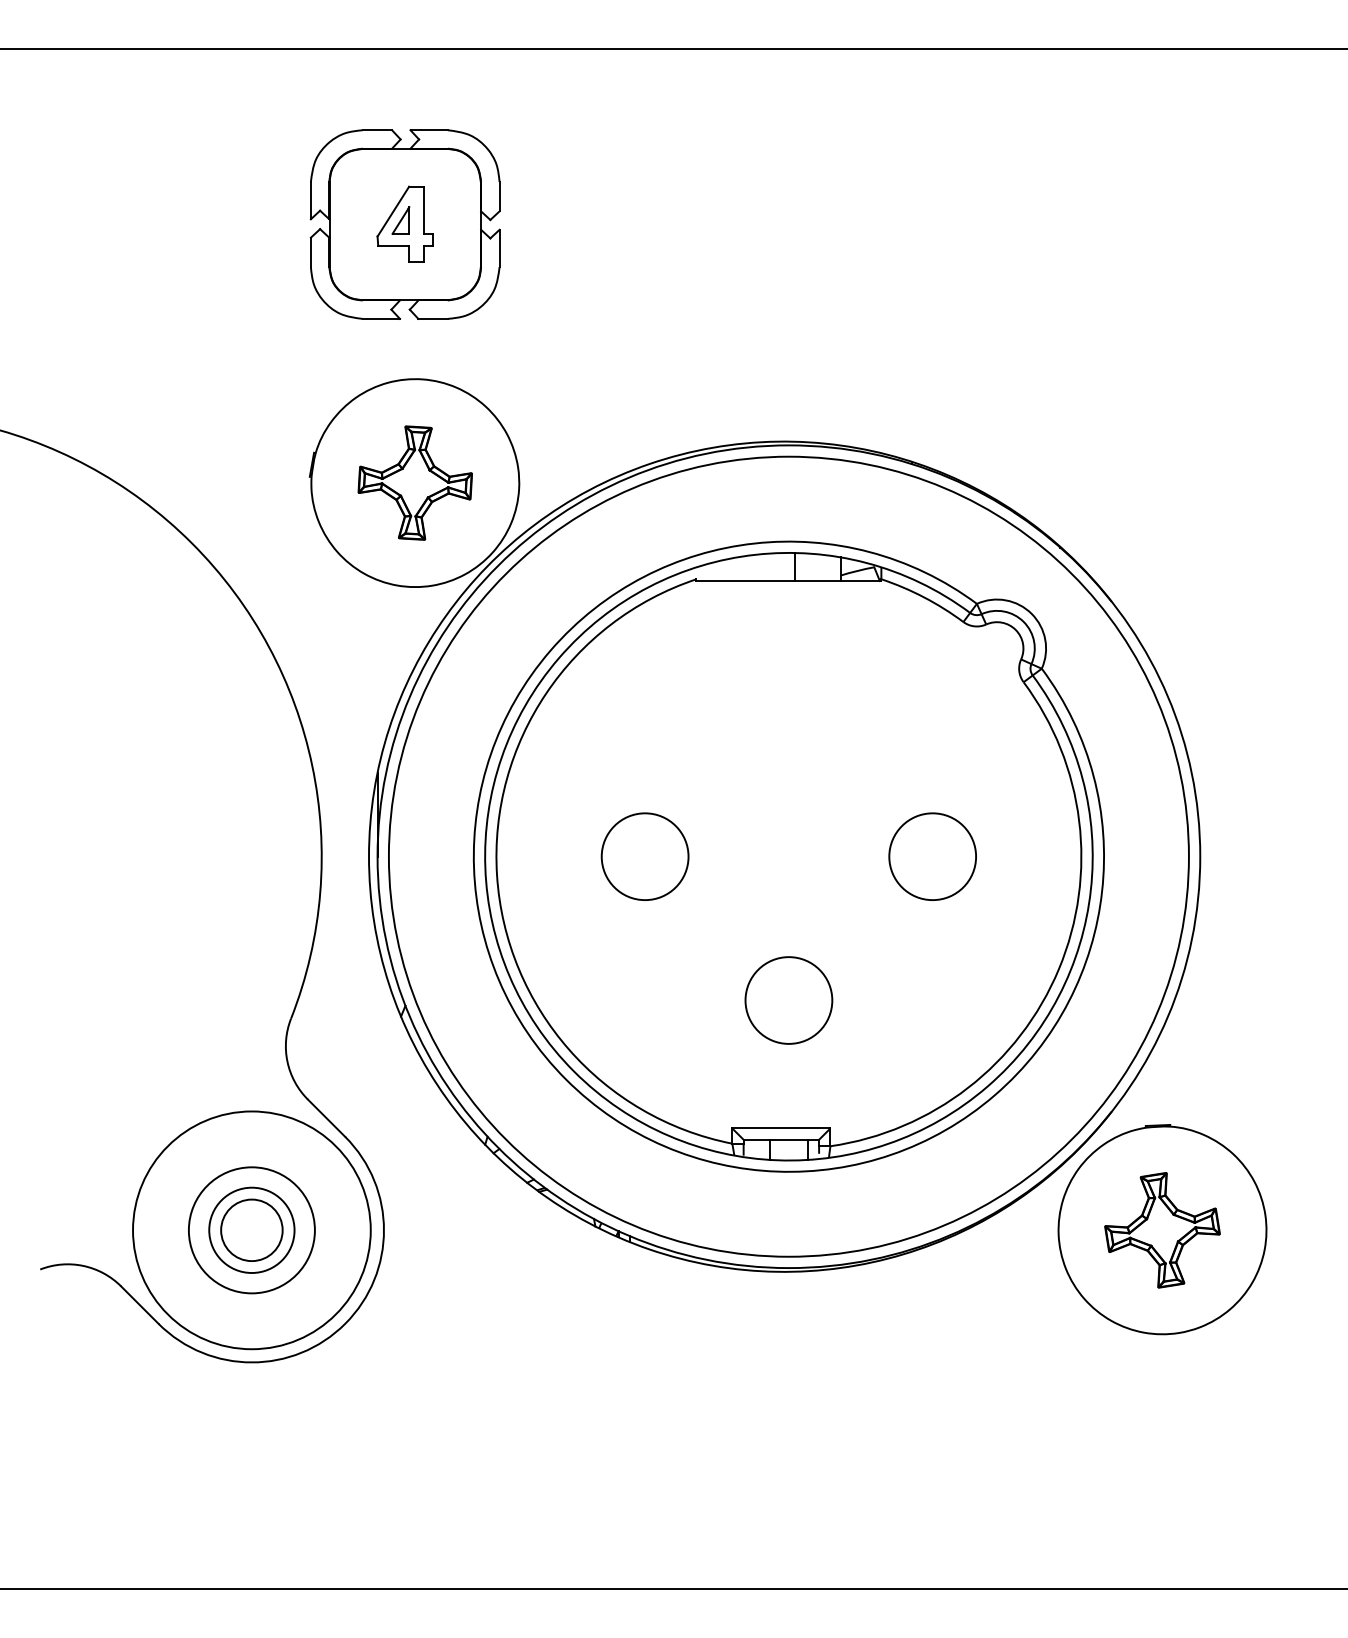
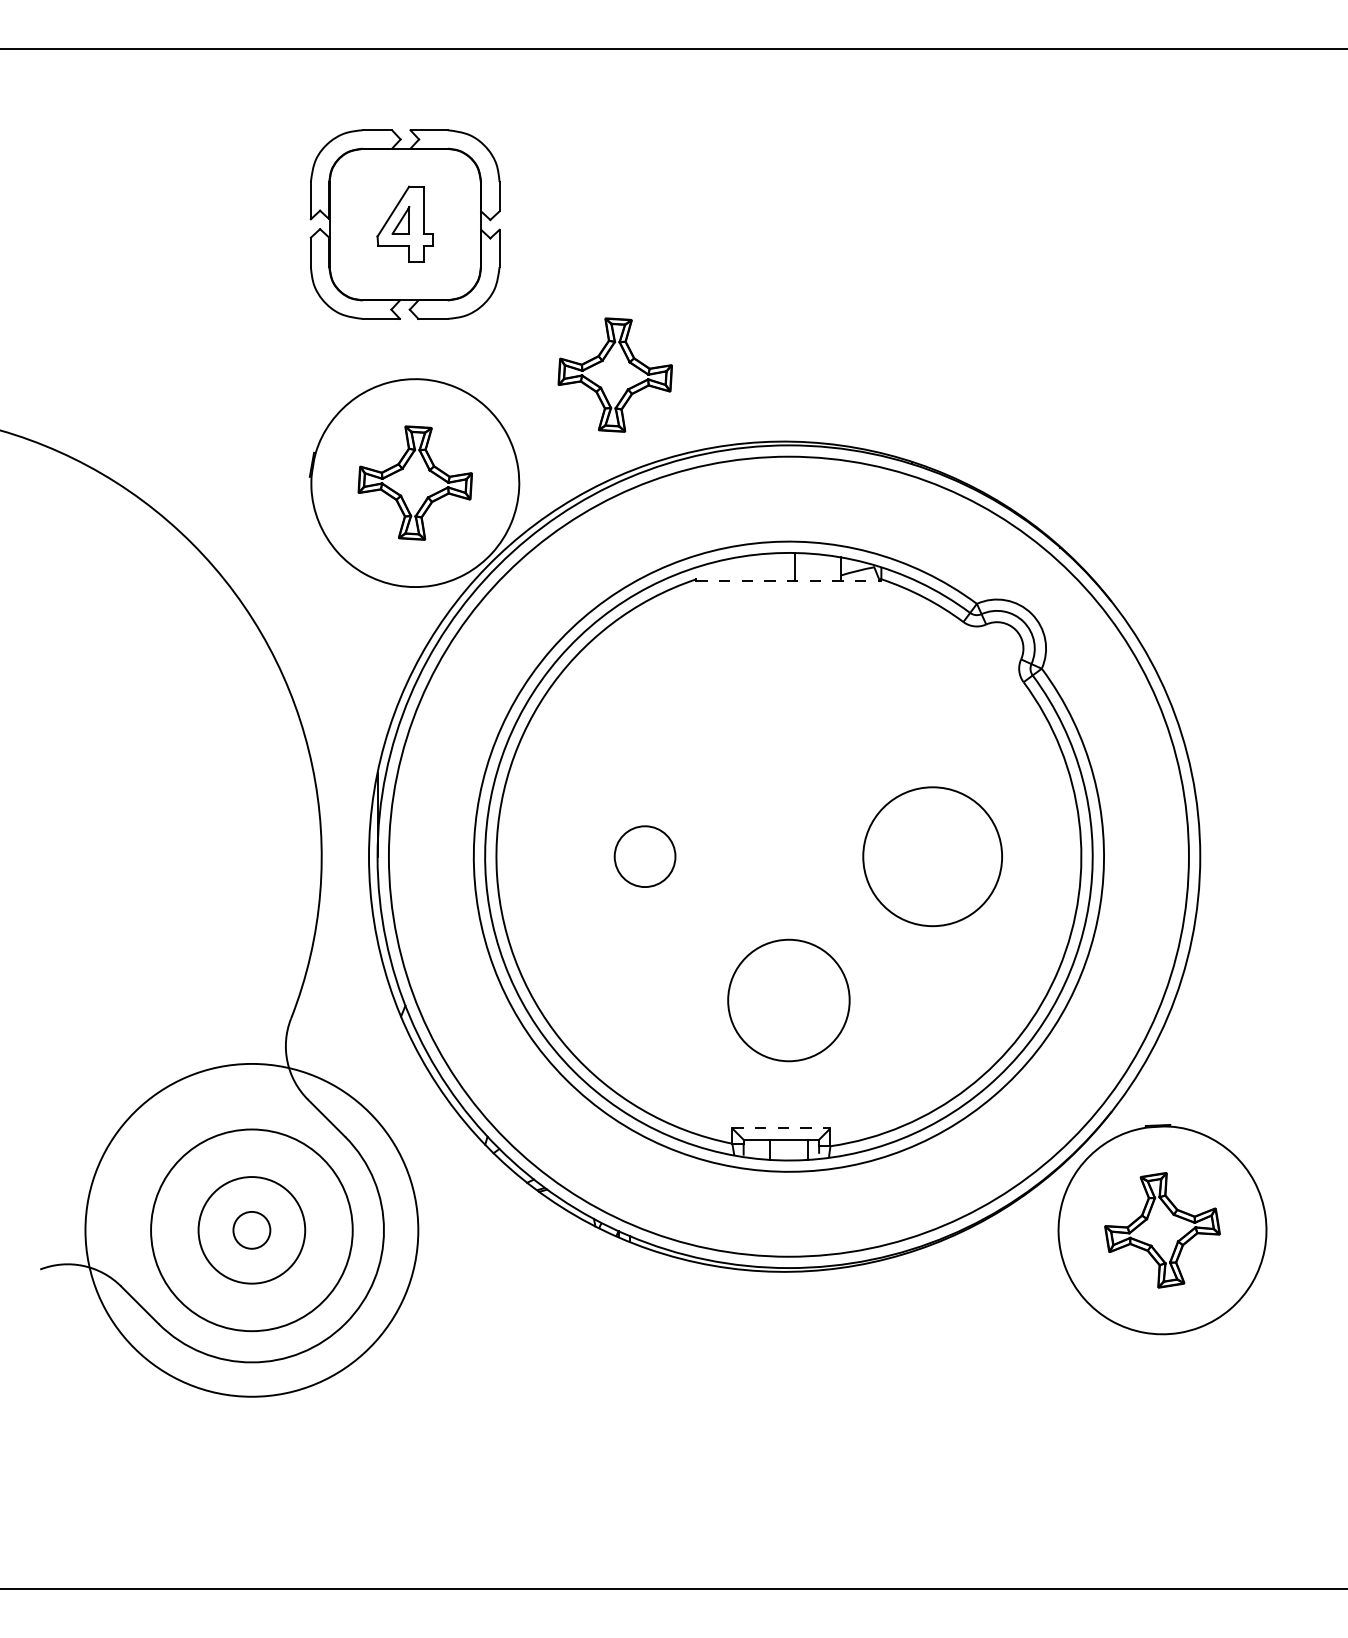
part at (614, 374): none -> present
line at (789, 581): solid -> dashed
circle at (644, 856) size: 90x89 px -> 64x63 px
circle at (932, 856) diameter: 87 px -> 139 px
circle at (788, 1000) diameter: 87 px -> 122 px
line at (781, 1128): solid -> dashed
circle at (251, 1230) diameter: 126 px -> 202 px
circle at (251, 1230) diameter: 238 px -> 333 px
circle at (251, 1230) diameter: 62 px -> 37 px
circle at (251, 1230) diameter: 85 px -> 107 px
